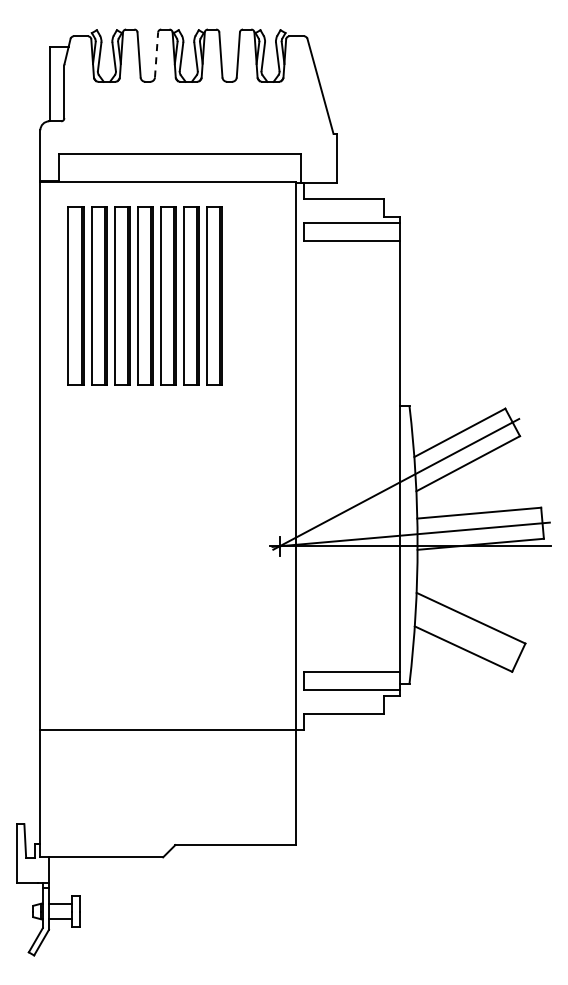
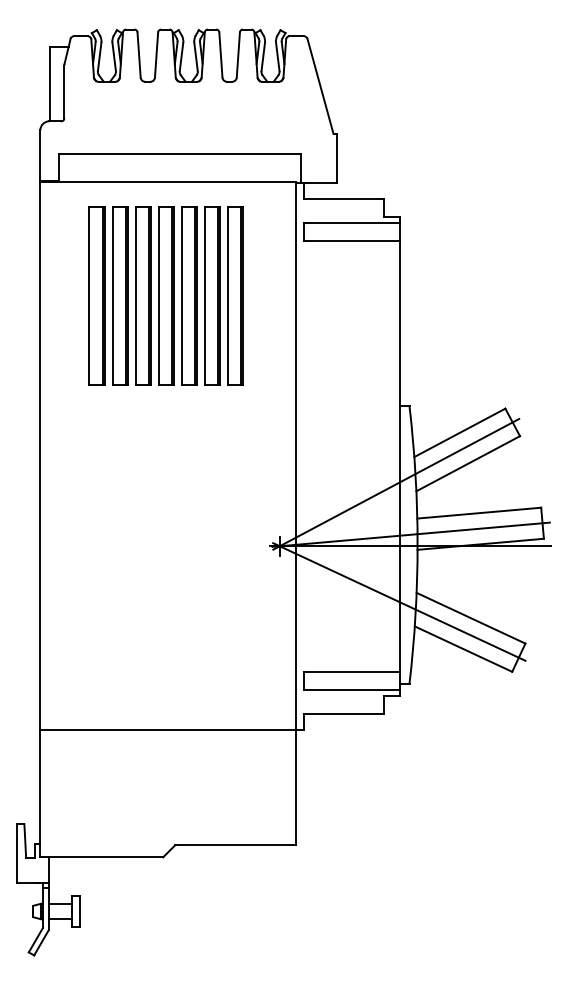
line at (156, 54): dashed -> solid
part at (144, 295) position: (144, 295) -> (165, 295)
line at (399, 601): none -> present
